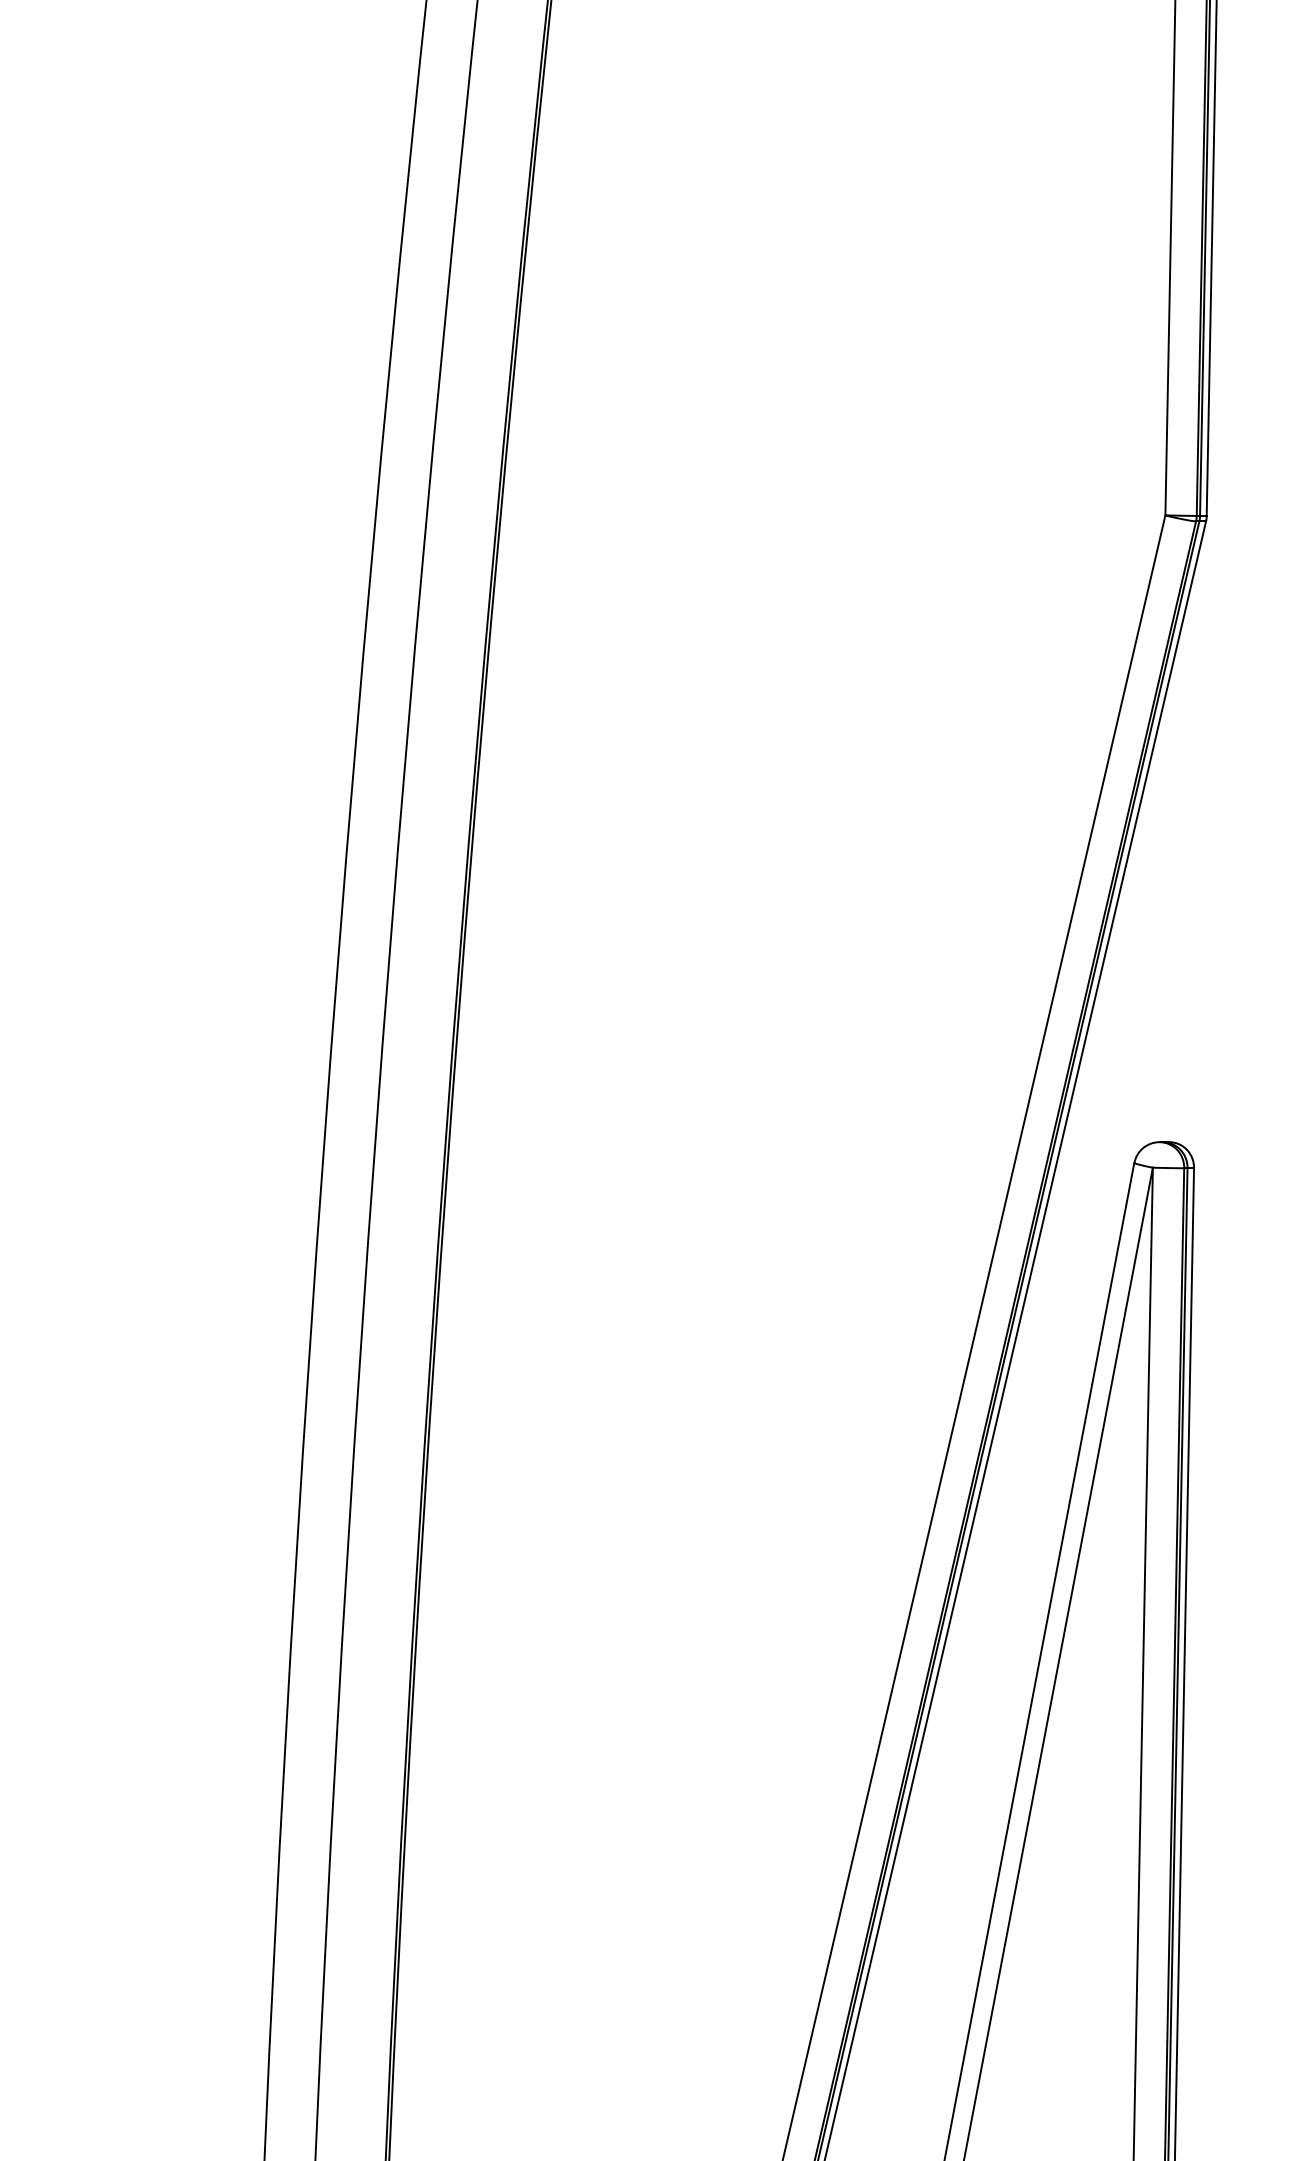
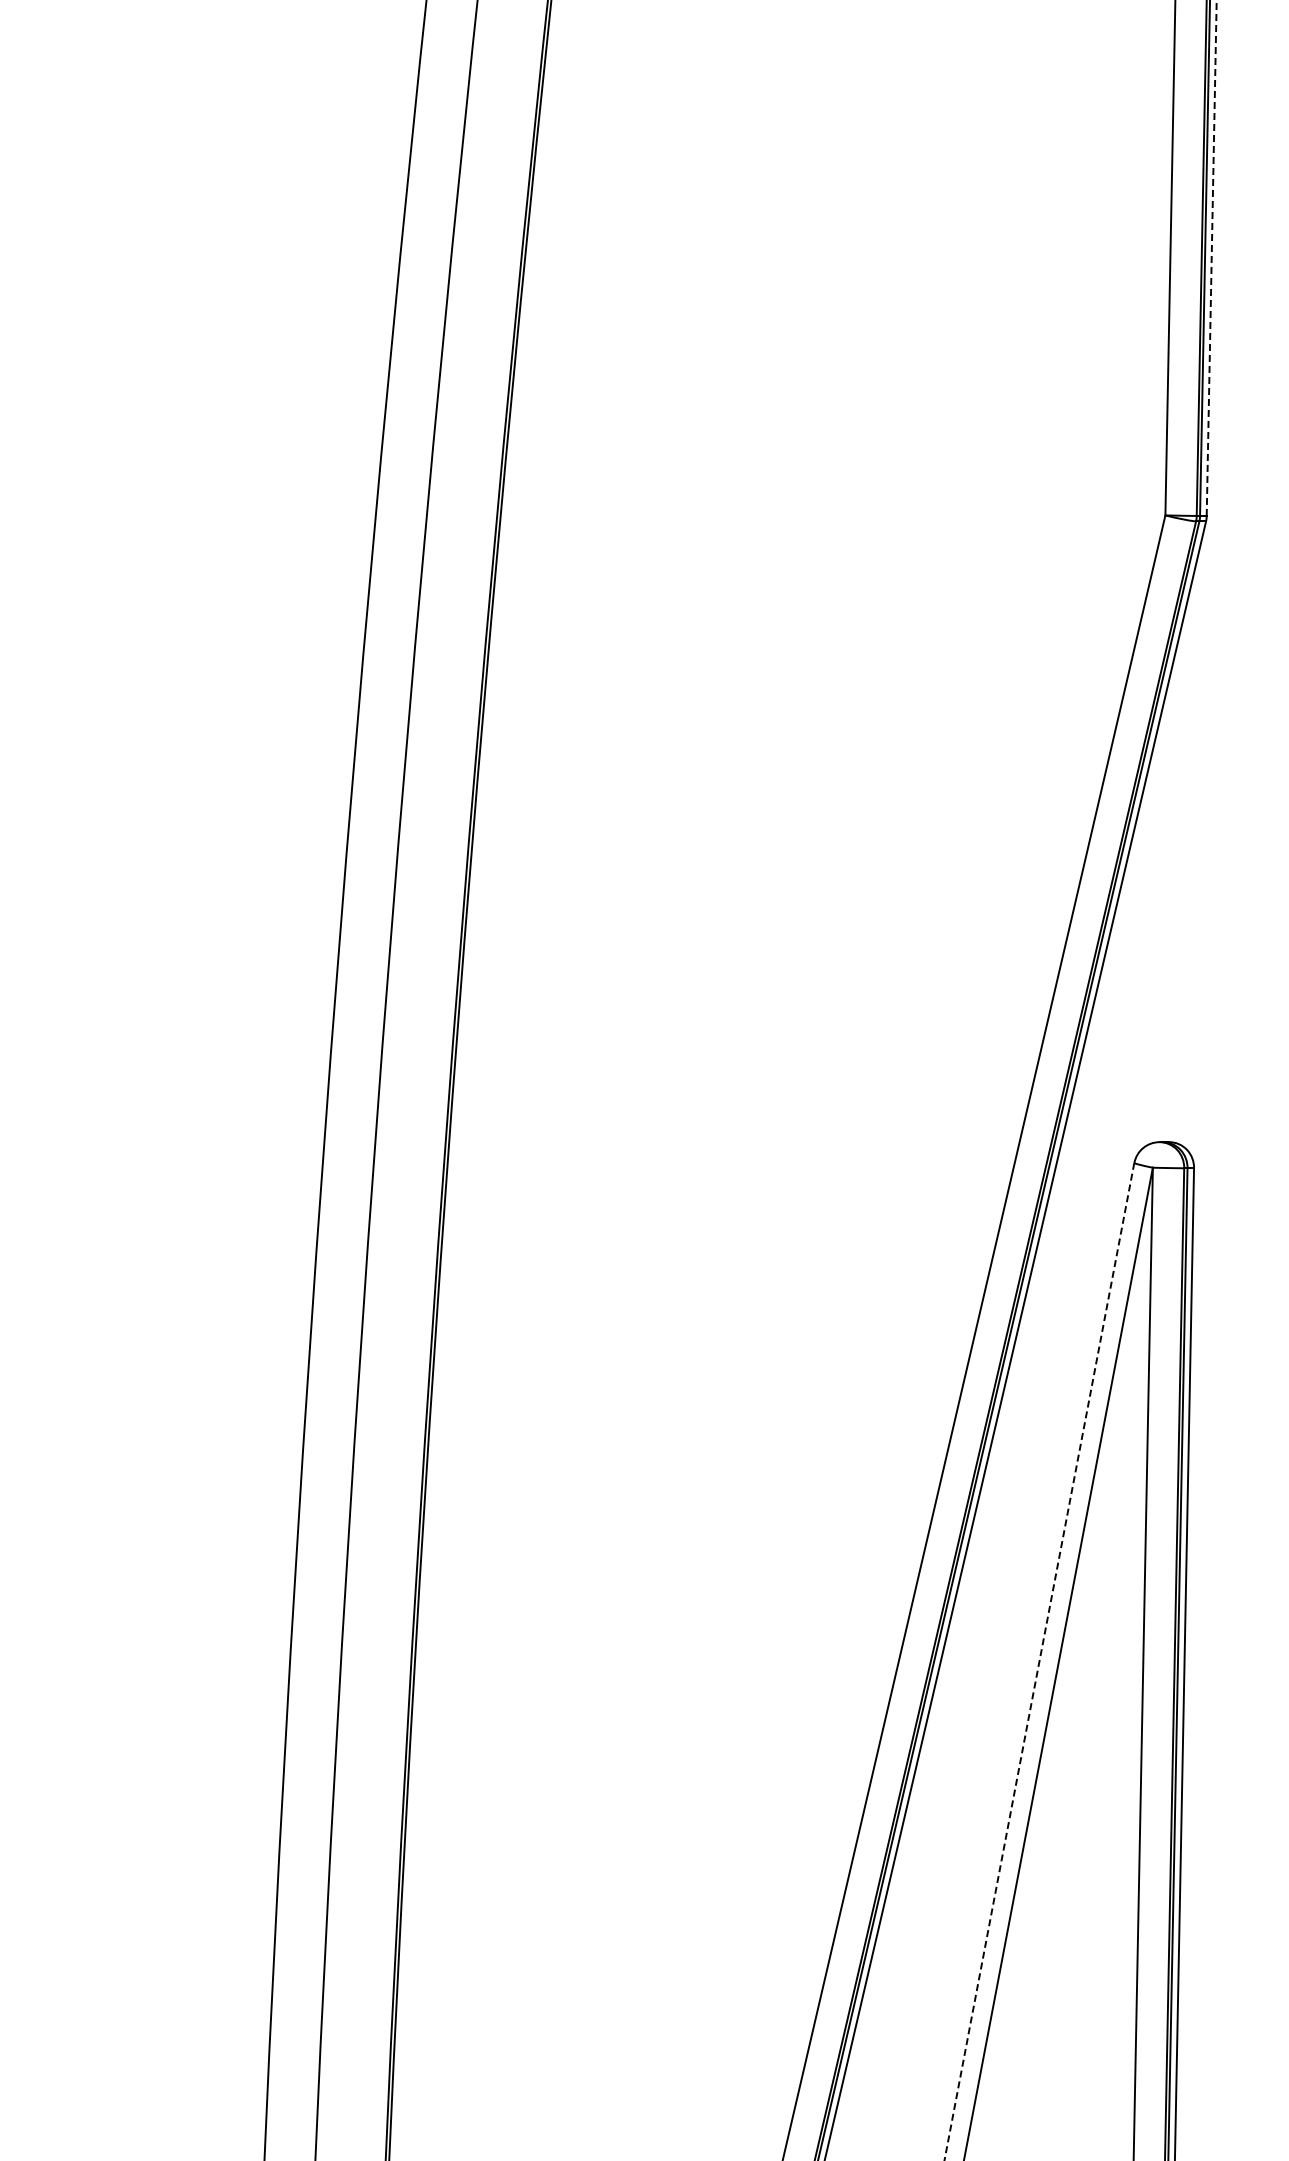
line at (1211, 257): solid -> dashed
line at (1039, 1661): solid -> dashed
